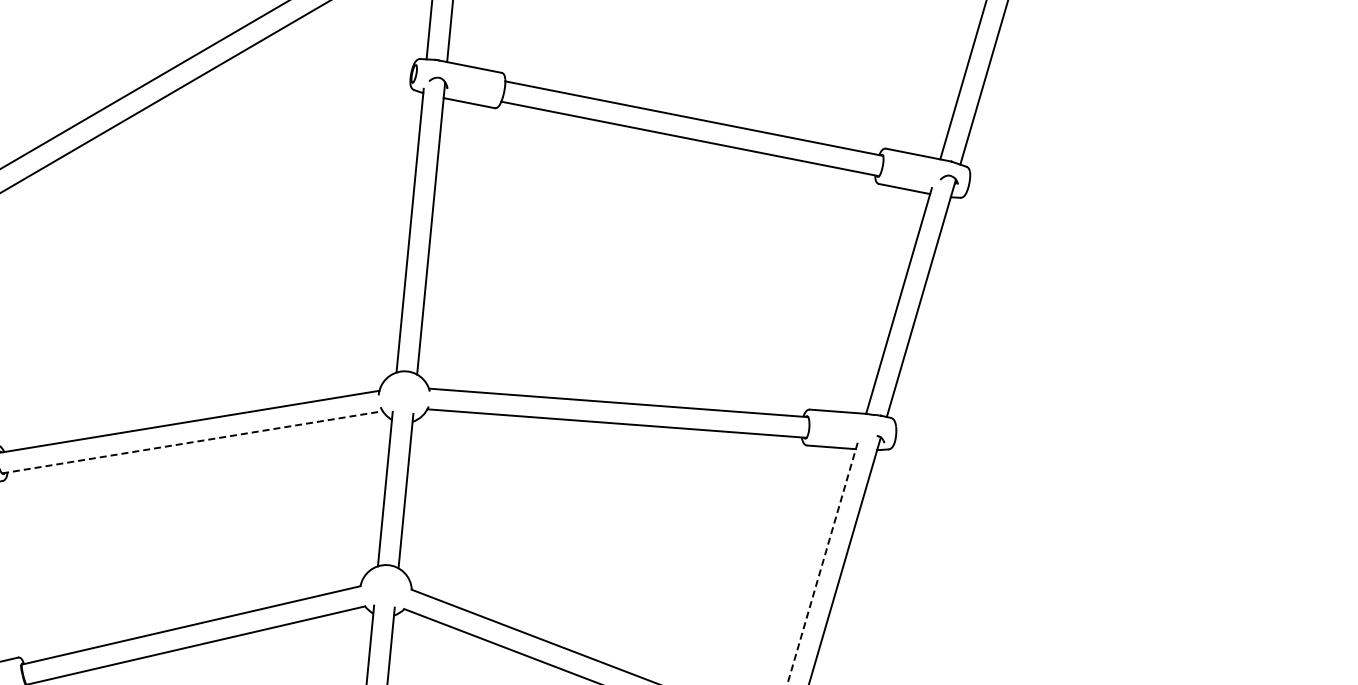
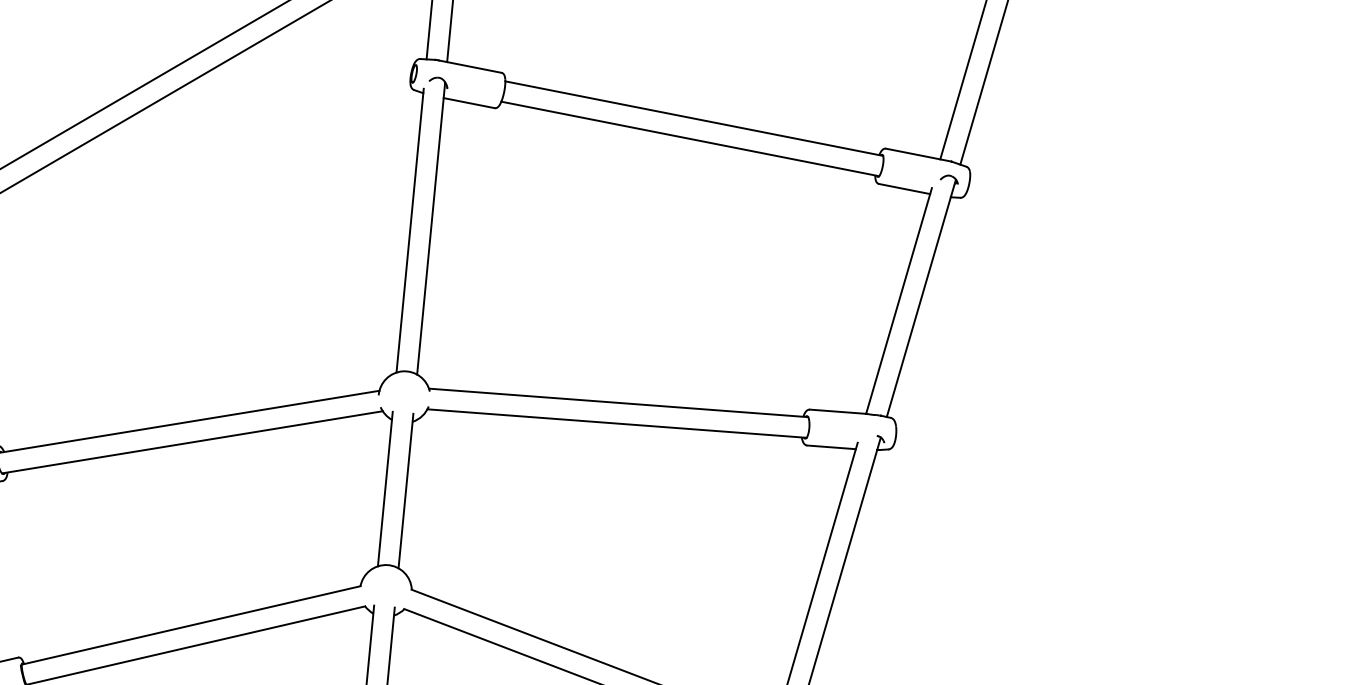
line at (192, 442): dashed -> solid
line at (822, 563): dashed -> solid
